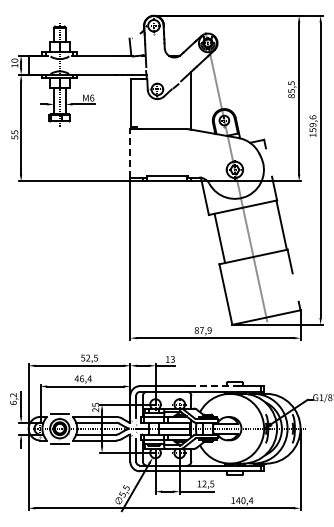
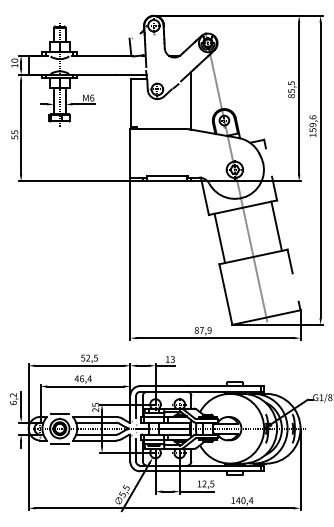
line at (130, 152): dashed -> solid
line at (281, 224) position: (281, 224) -> (276, 225)
line at (214, 386): dashed -> solid
